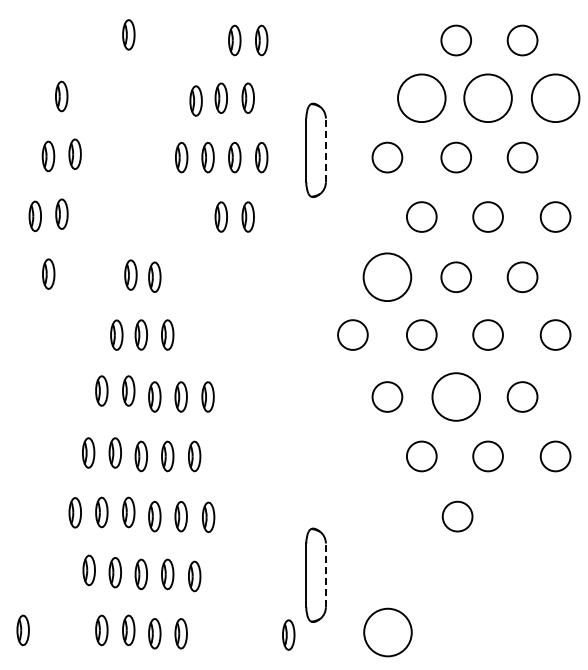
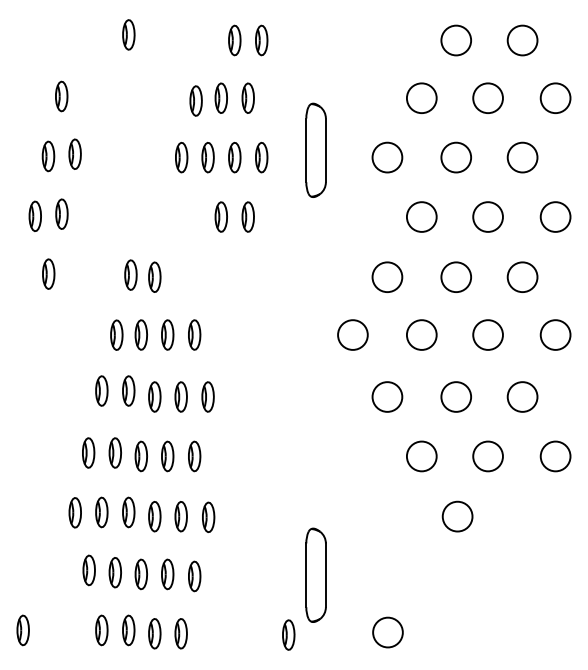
circle at (421, 98) diameter: 48 px -> 30 px
circle at (487, 98) diameter: 48 px -> 30 px
circle at (555, 98) diameter: 48 px -> 30 px
line at (325, 150): dashed -> solid
circle at (387, 277) diameter: 48 px -> 30 px
part at (194, 334): none -> present
circle at (456, 396) diameter: 48 px -> 30 px
line at (325, 575): dashed -> solid
circle at (387, 632) diameter: 48 px -> 30 px
